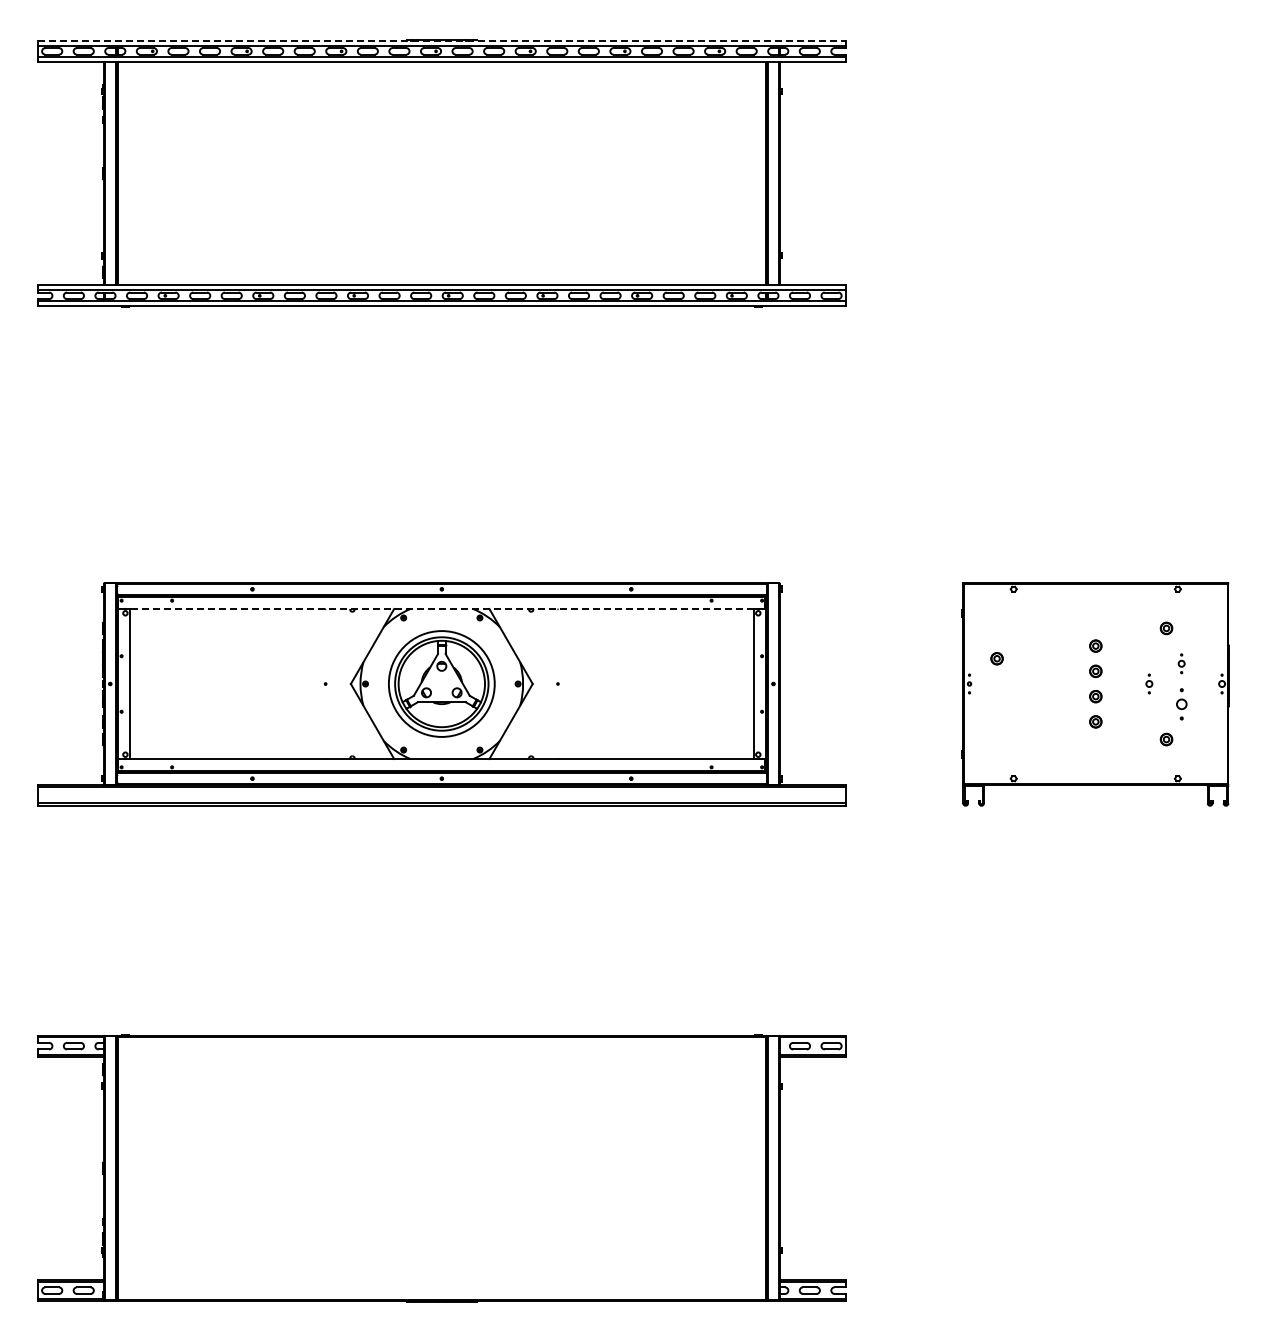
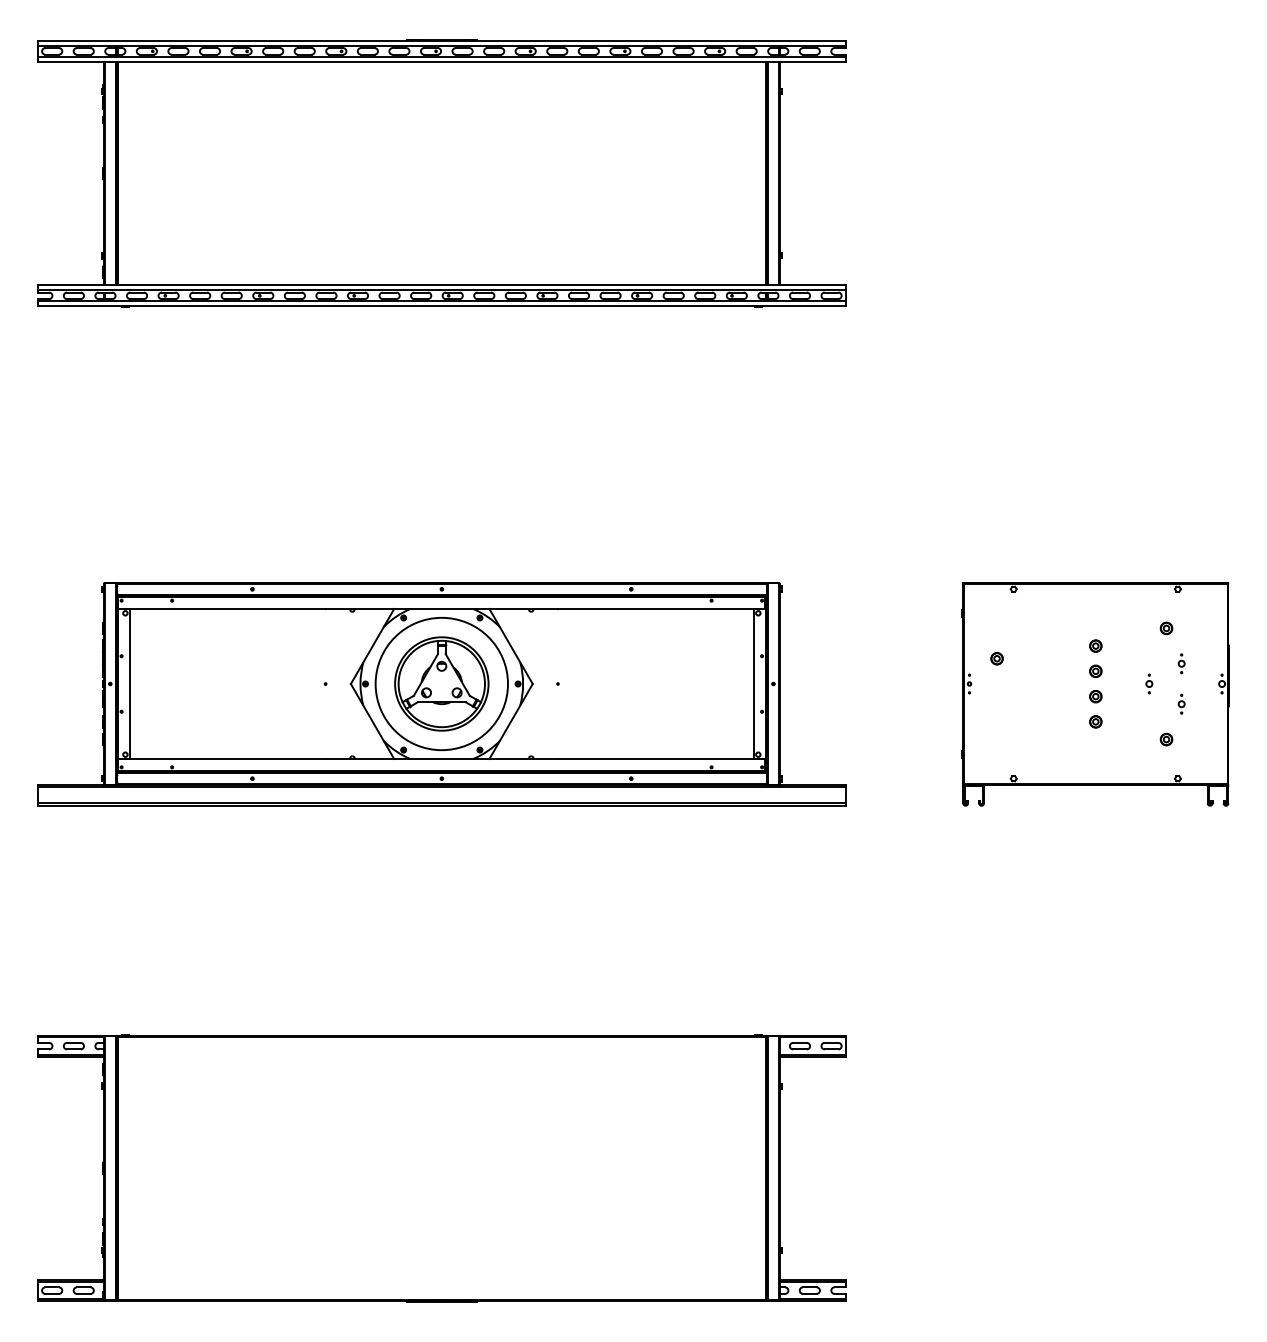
line at (442, 41): dashed -> solid
line at (441, 609): dashed -> solid
circle at (441, 683) diameter: 106 px -> 132 px
part at (1181, 704) size: 12x33 px -> 9x22 px
